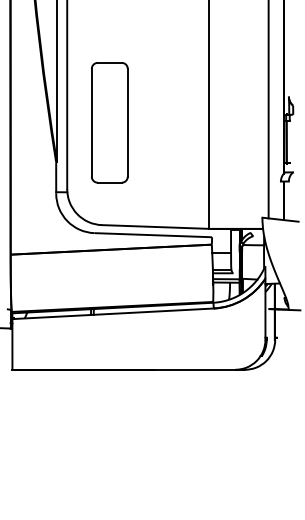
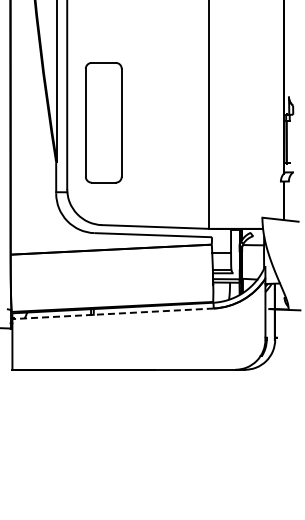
line at (268, 110): present -> none
part at (109, 122) position: (109, 122) -> (103, 122)
line at (113, 313): solid -> dashed
